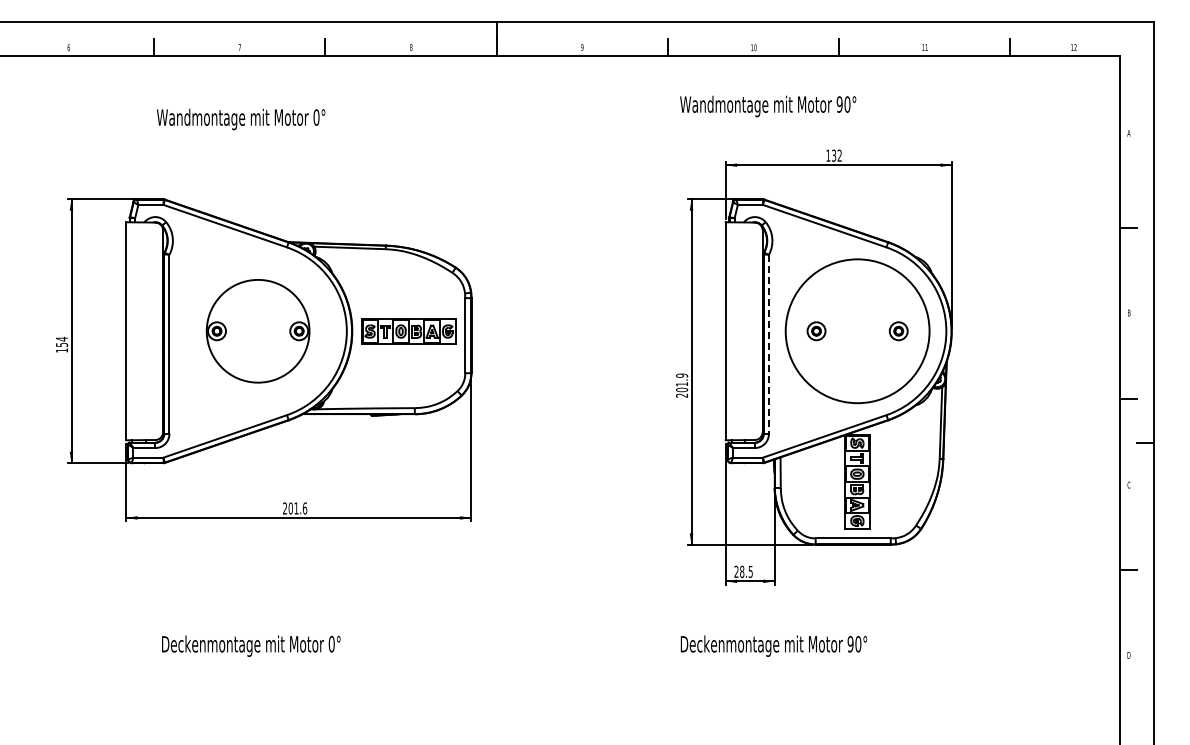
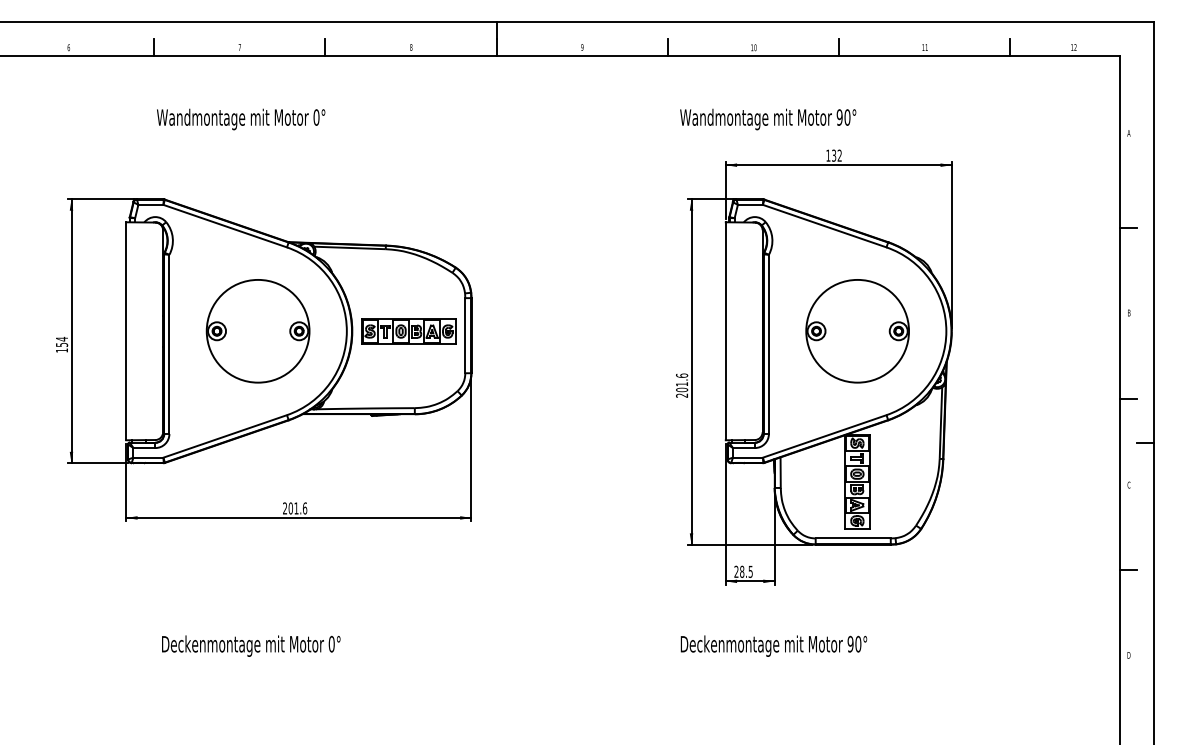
text at (768, 106) position: (768, 106) -> (768, 119)
circle at (857, 331) diameter: 144 px -> 103 px
line at (768, 344): dashed -> solid
text at (682, 375): 201.9 -> 201.6
